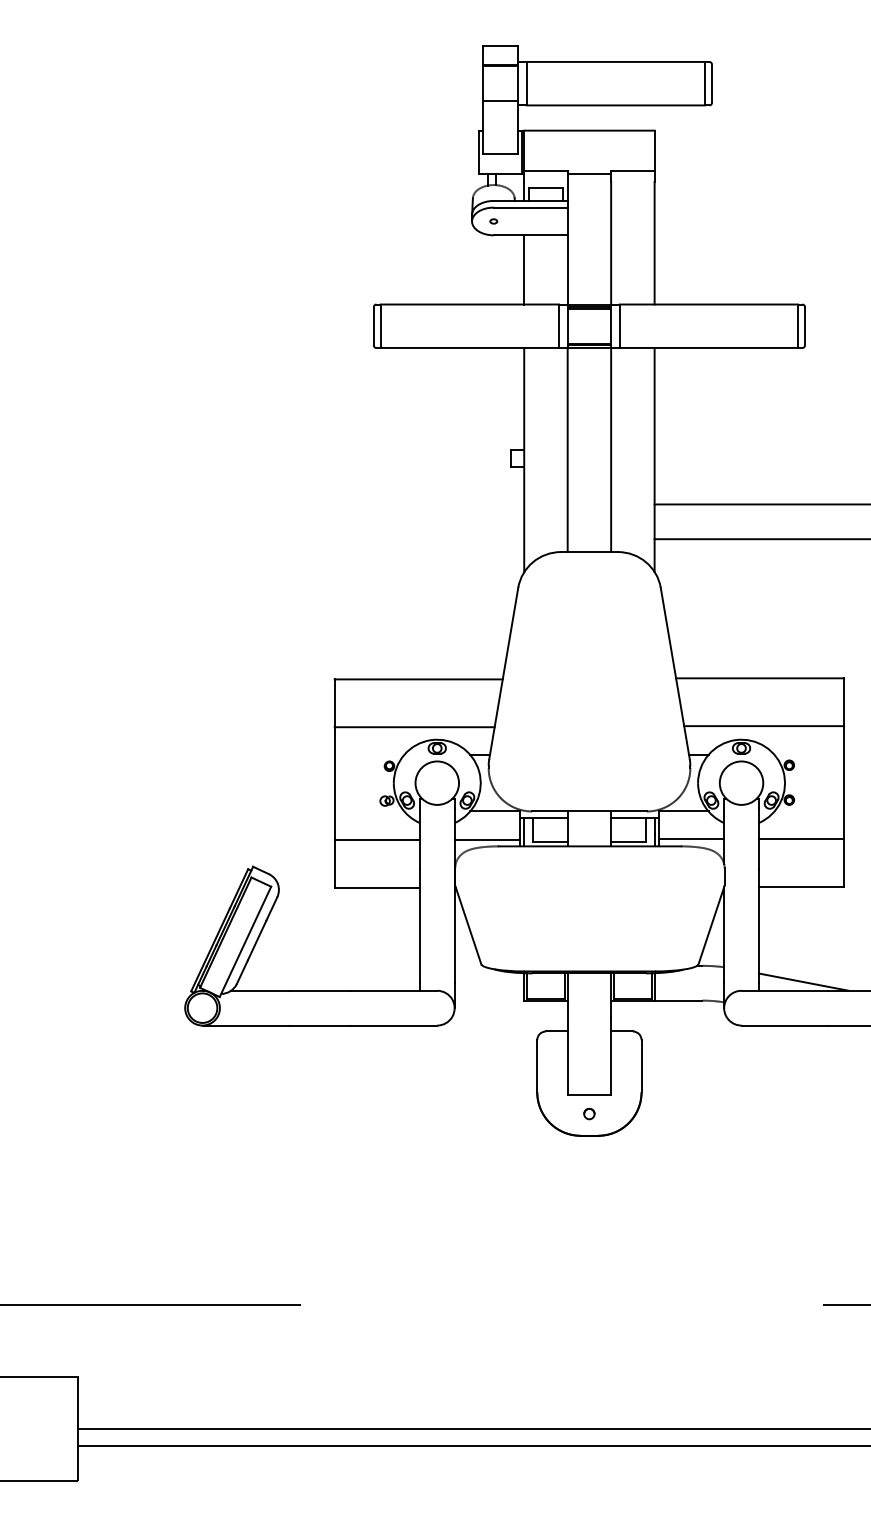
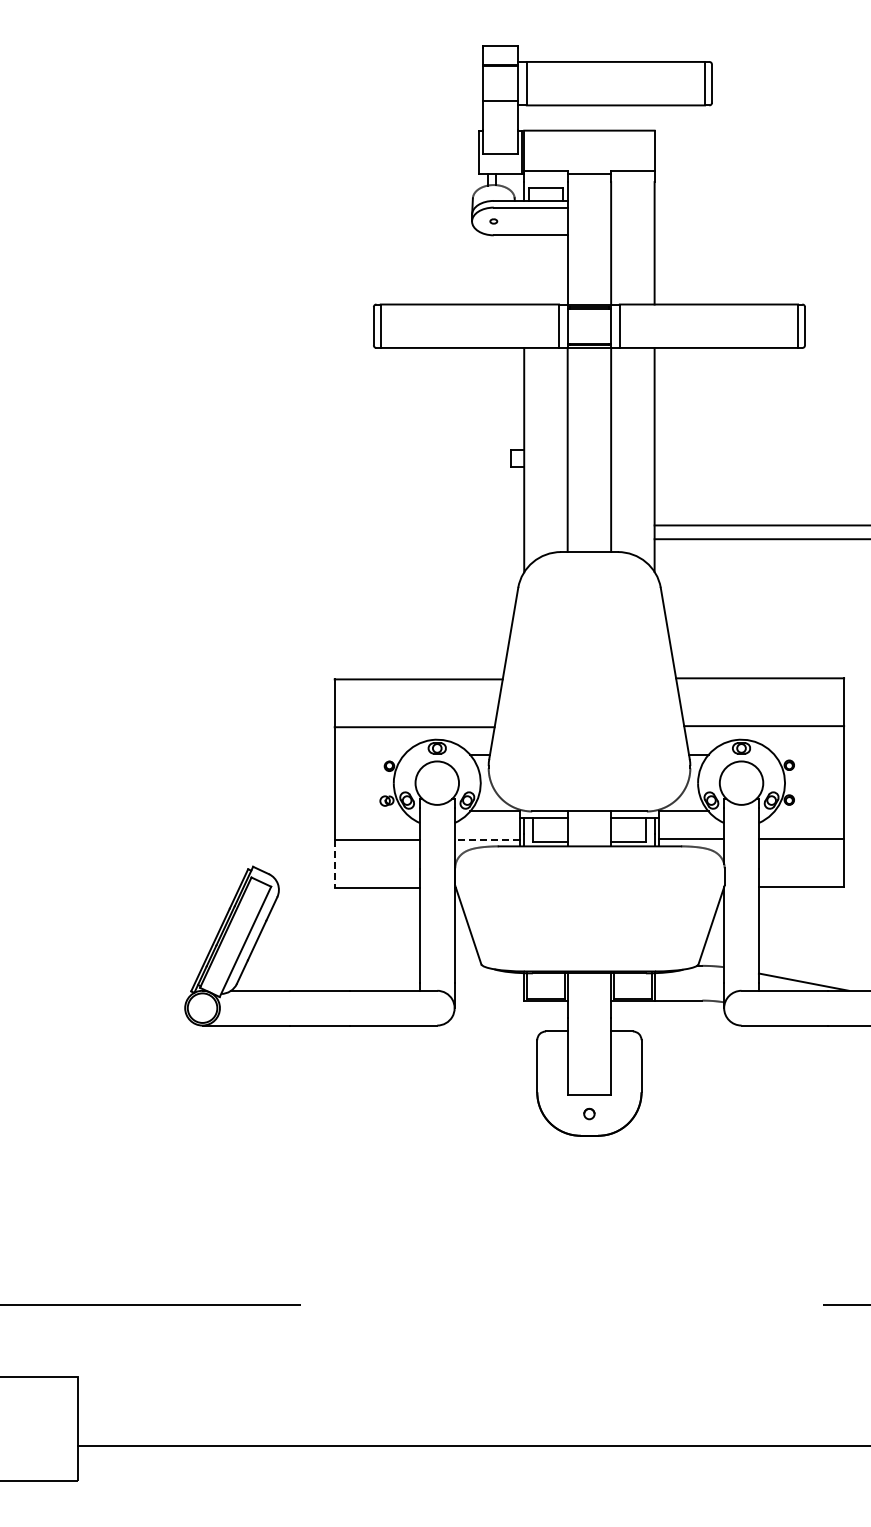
line at (524, 269): present -> none
line at (760, 504) position: (760, 504) -> (760, 525)
line at (487, 840): solid -> dashed
line at (334, 864): solid -> dashed
line at (472, 1429): present -> none
